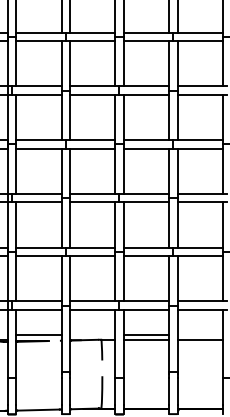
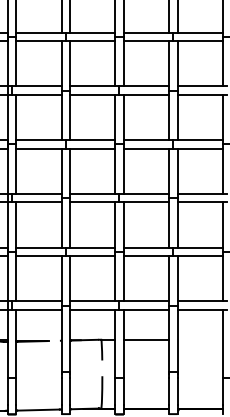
line at (38, 335): present -> none
line at (146, 335): present -> none
line at (199, 339): present -> none
